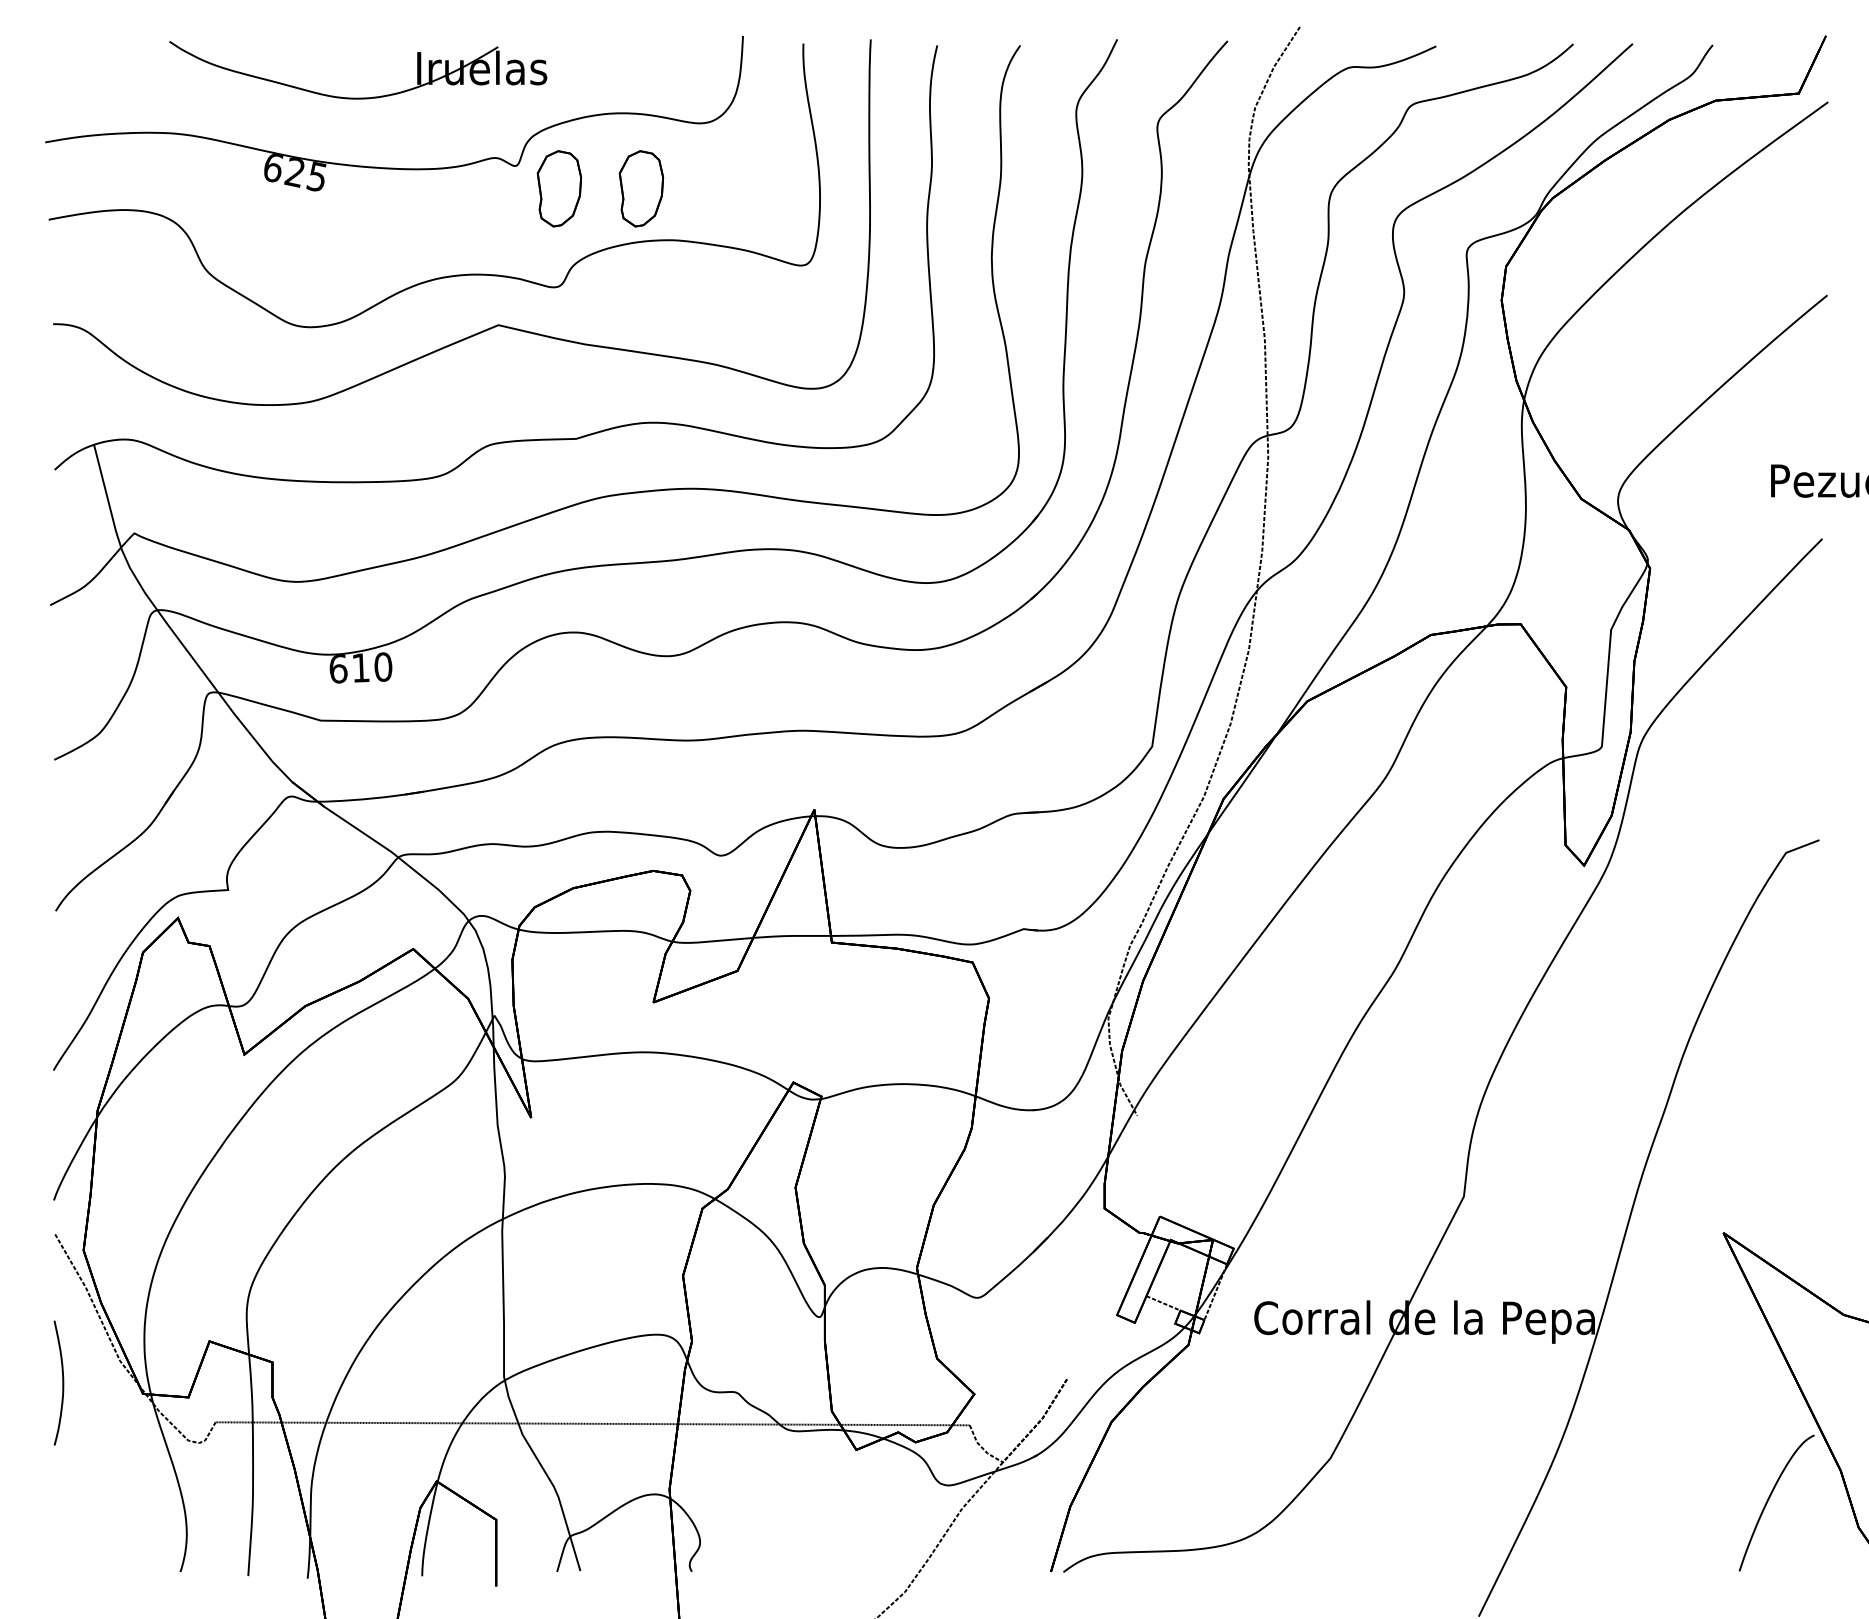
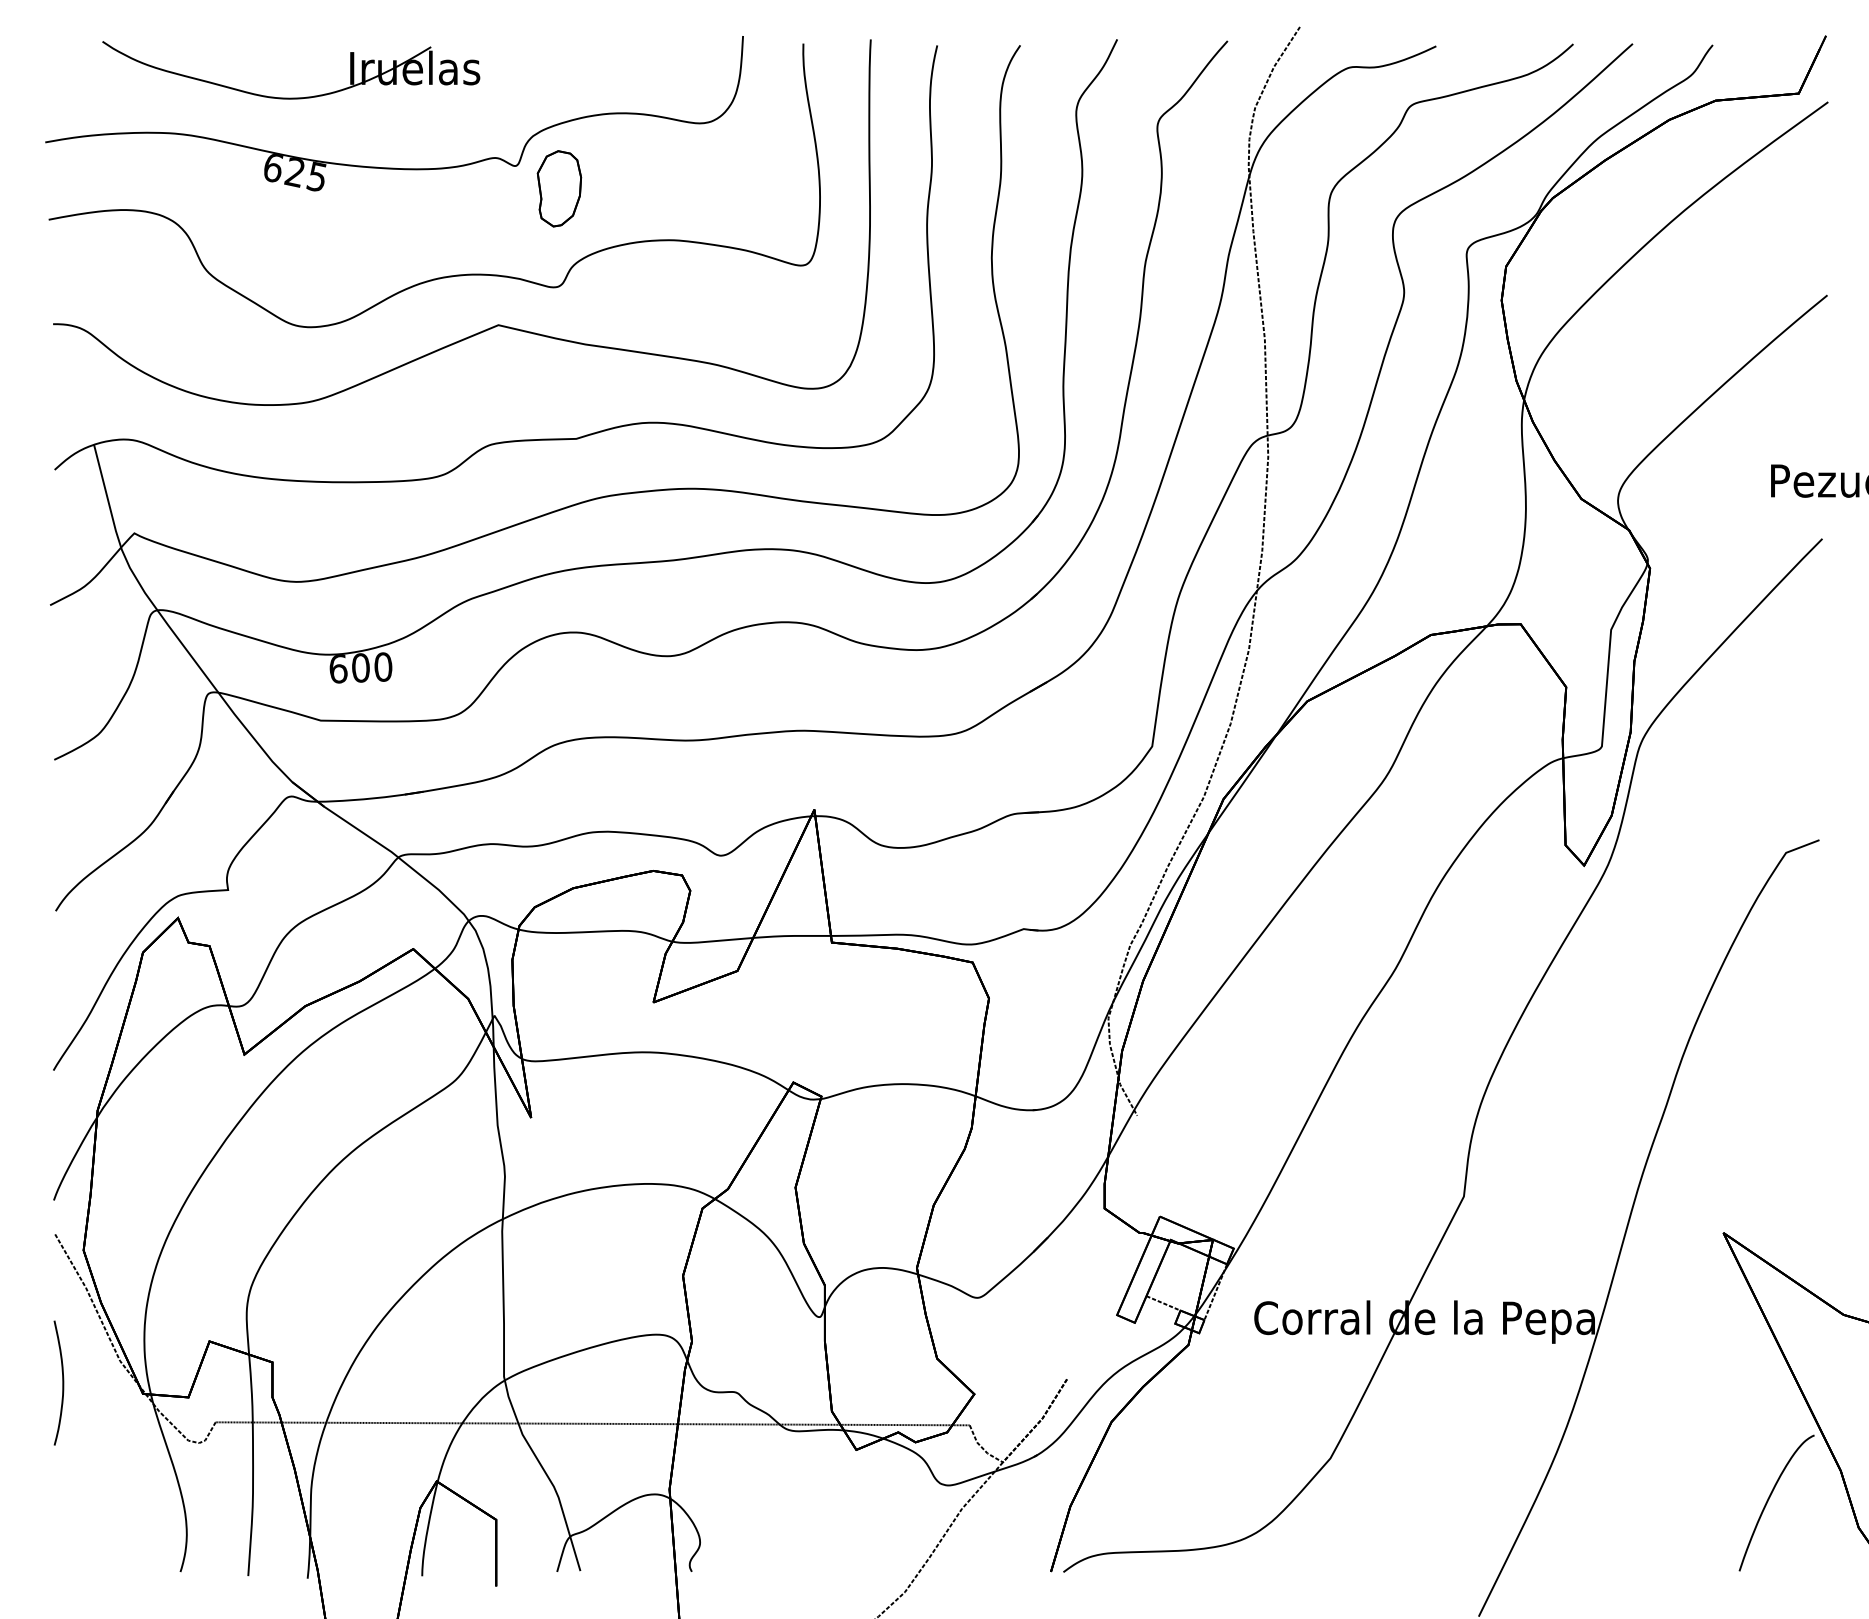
part at (358, 97) position: (358, 97) -> (291, 97)
part at (641, 188): present -> none
text at (360, 667): 610 -> 600
